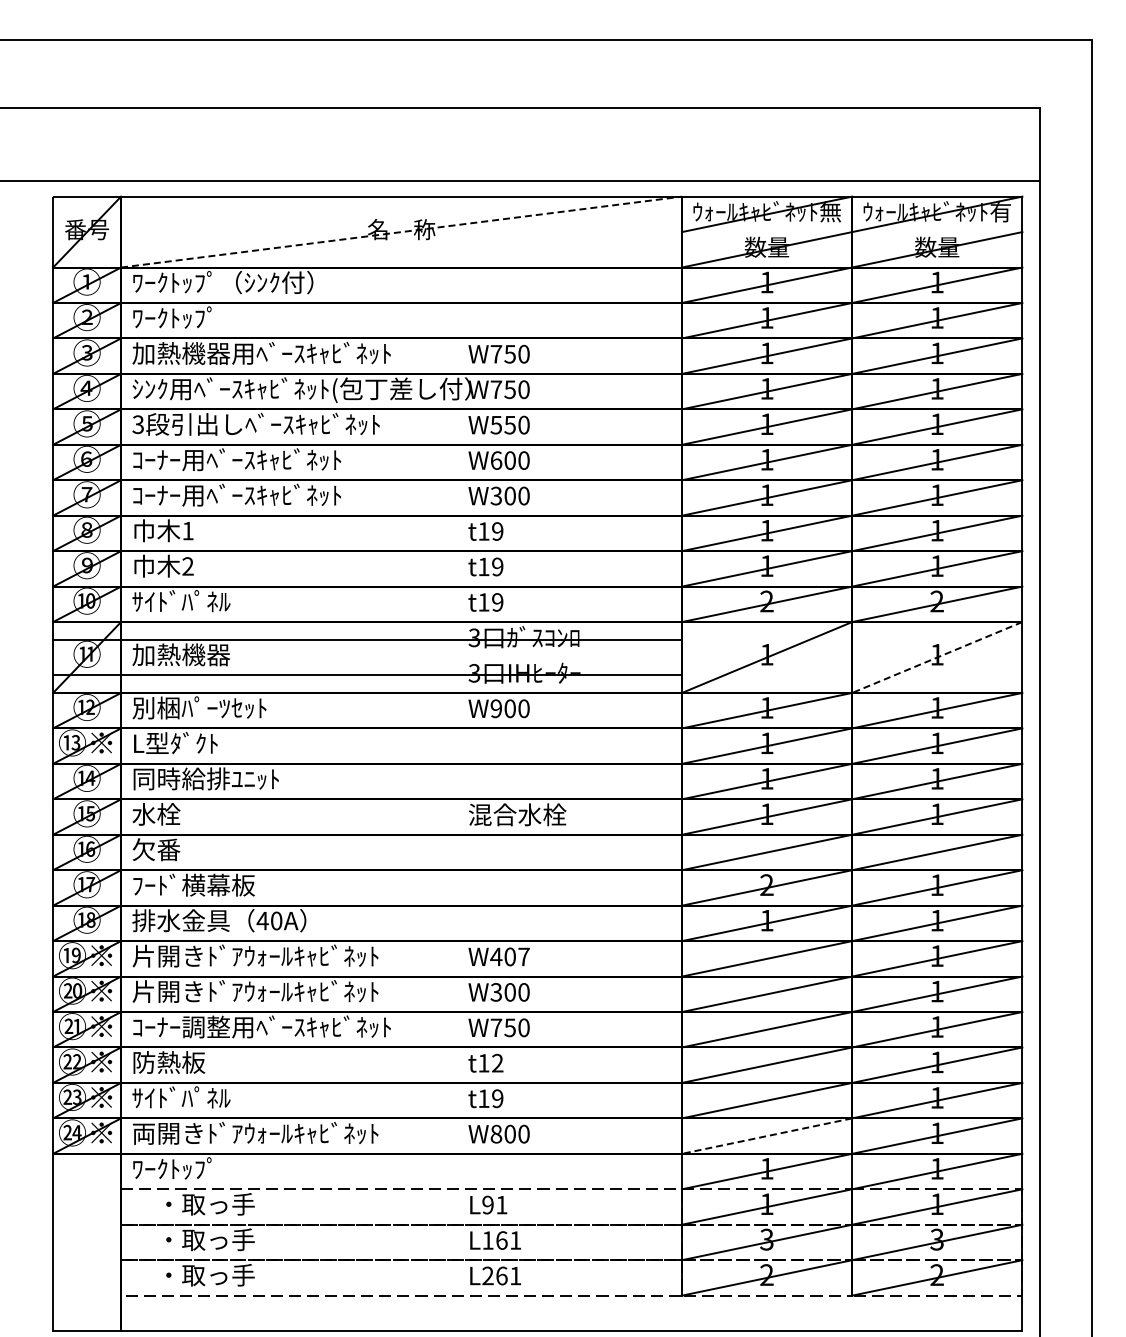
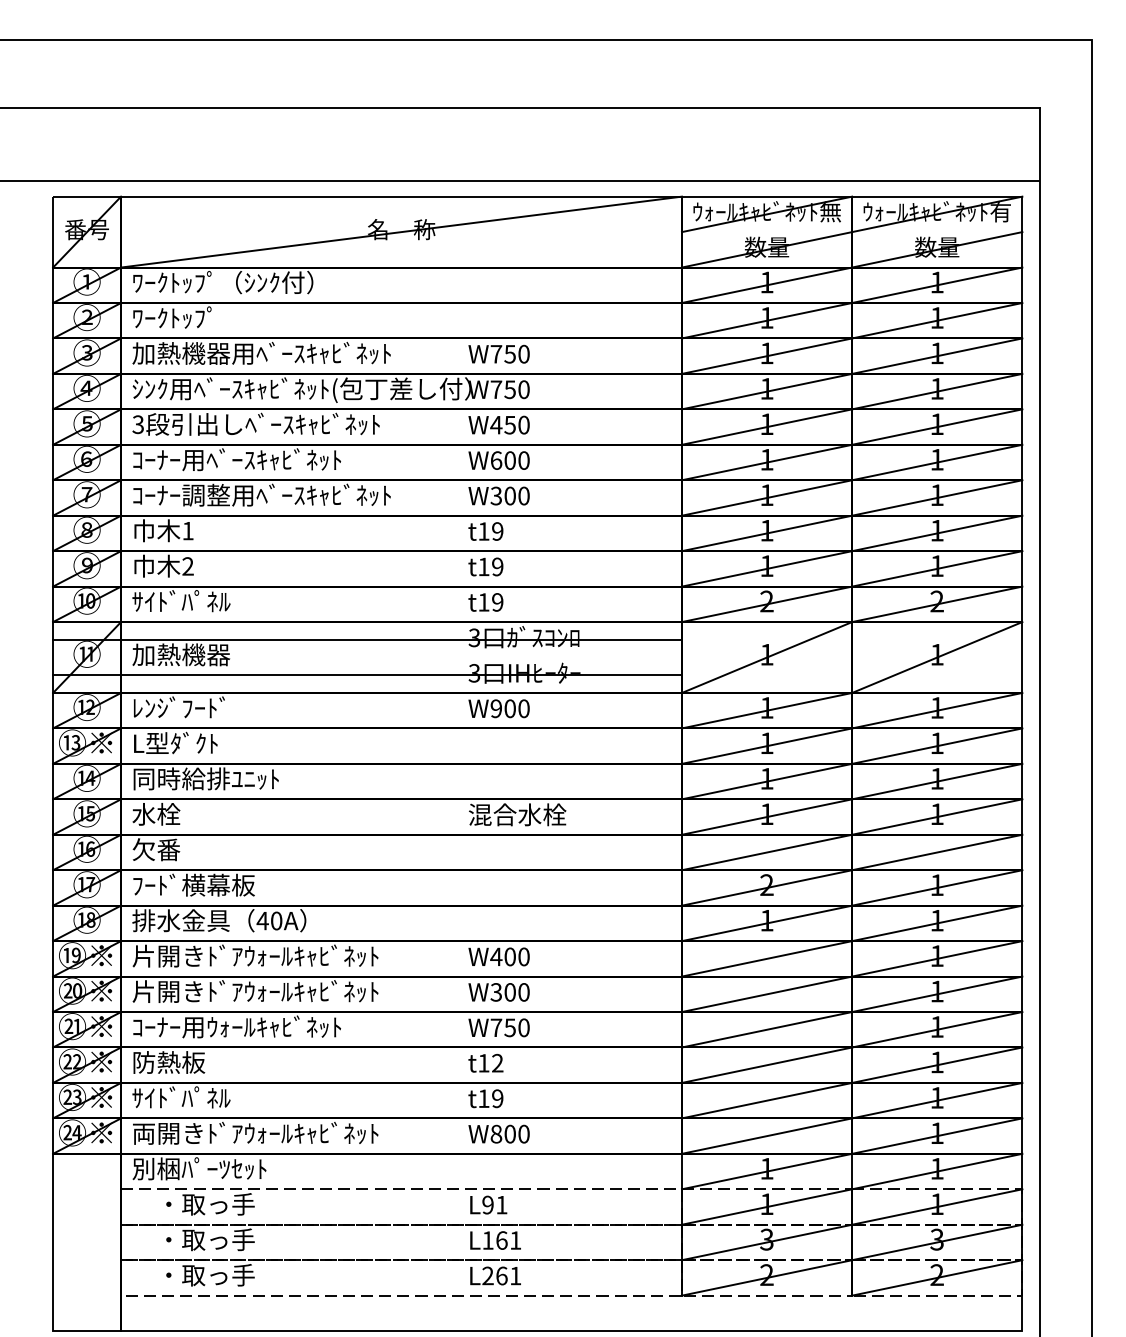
line at (401, 232): dashed -> solid
text at (496, 425): W550 -> W450
text at (286, 494): ｺｰﾅｰ用ﾍﾞｰｽｷｬﾋﾞﾈｯﾄ -> ｺｰﾅｰ調整用ﾍﾞｰｽｷｬﾋﾞﾈｯﾄ
line at (936, 657): dashed -> solid
text at (199, 707): 別梱ﾊﾟｰﾂｾｯﾄ -> ﾚﾝｼﾞﾌｰﾄﾞ
text at (523, 956): W407 -> W400
text at (286, 1026): ｺｰﾅｰ調整用ﾍﾞｰｽｷｬﾋﾞﾈｯﾄ -> ｺｰﾅｰ用ｳｫｰﾙｷｬﾋﾞﾈｯﾄ
line at (767, 1136): dashed -> solid
text at (199, 1168): ﾜｰｸﾄｯﾌﾟ -> 別梱ﾊﾟｰﾂｾｯﾄ
